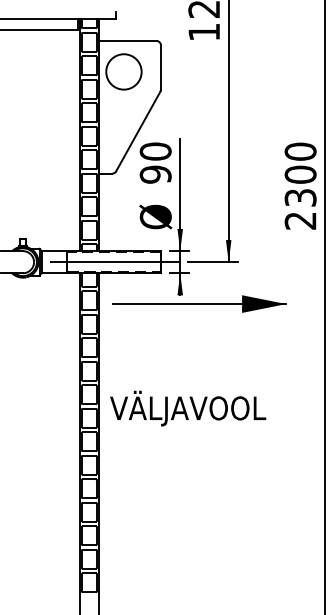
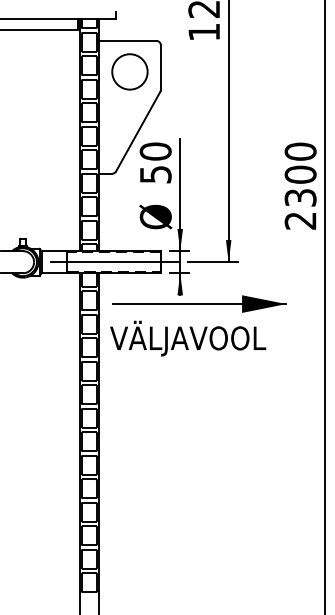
part at (123, 71) position: (123, 71) -> (129, 71)
text at (155, 174): 90 -> 50
text at (188, 408) position: (188, 408) -> (188, 338)
